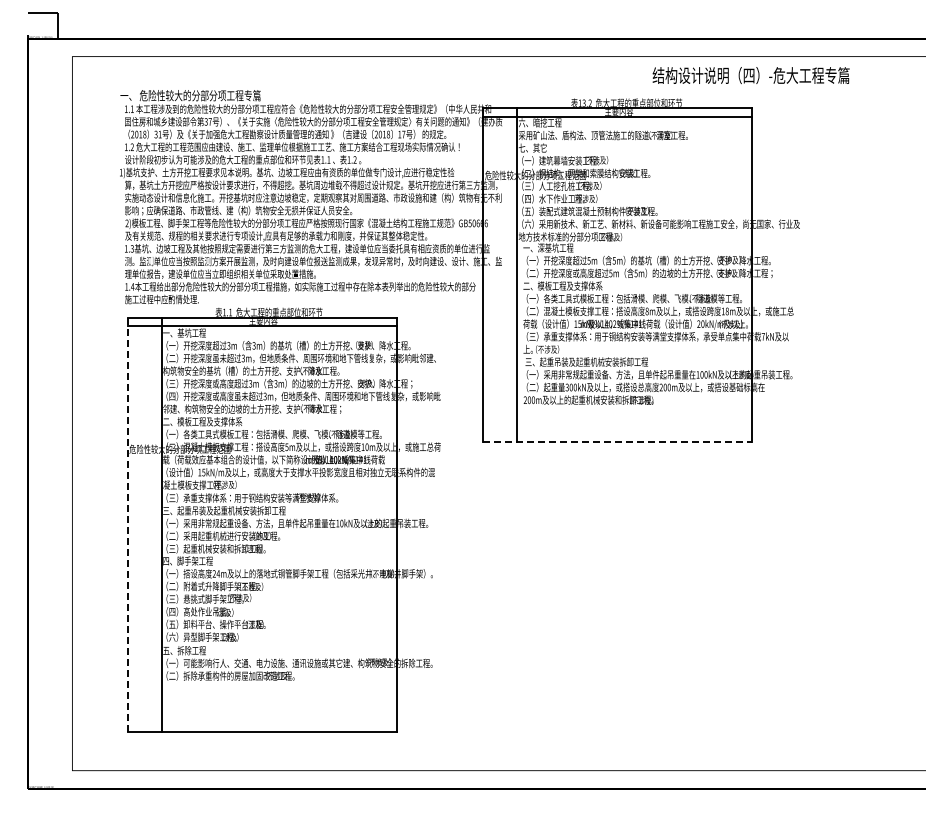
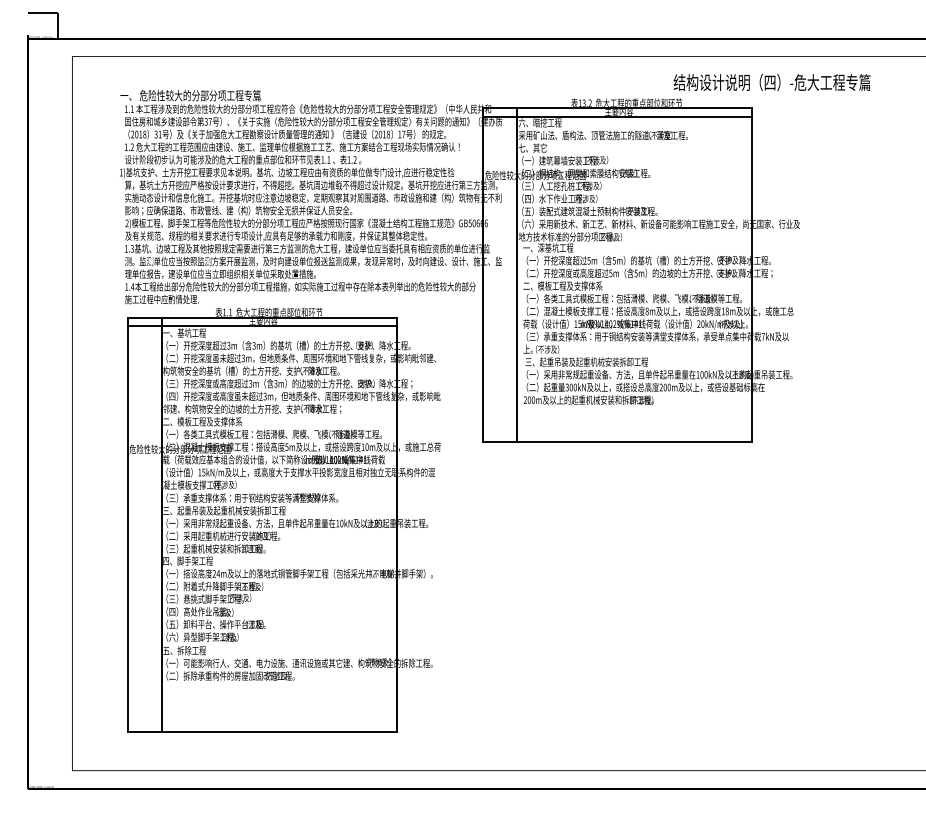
text at (750, 75) position: (750, 75) -> (771, 82)
line at (618, 441): dashed -> solid
line at (127, 525): dashed -> solid
